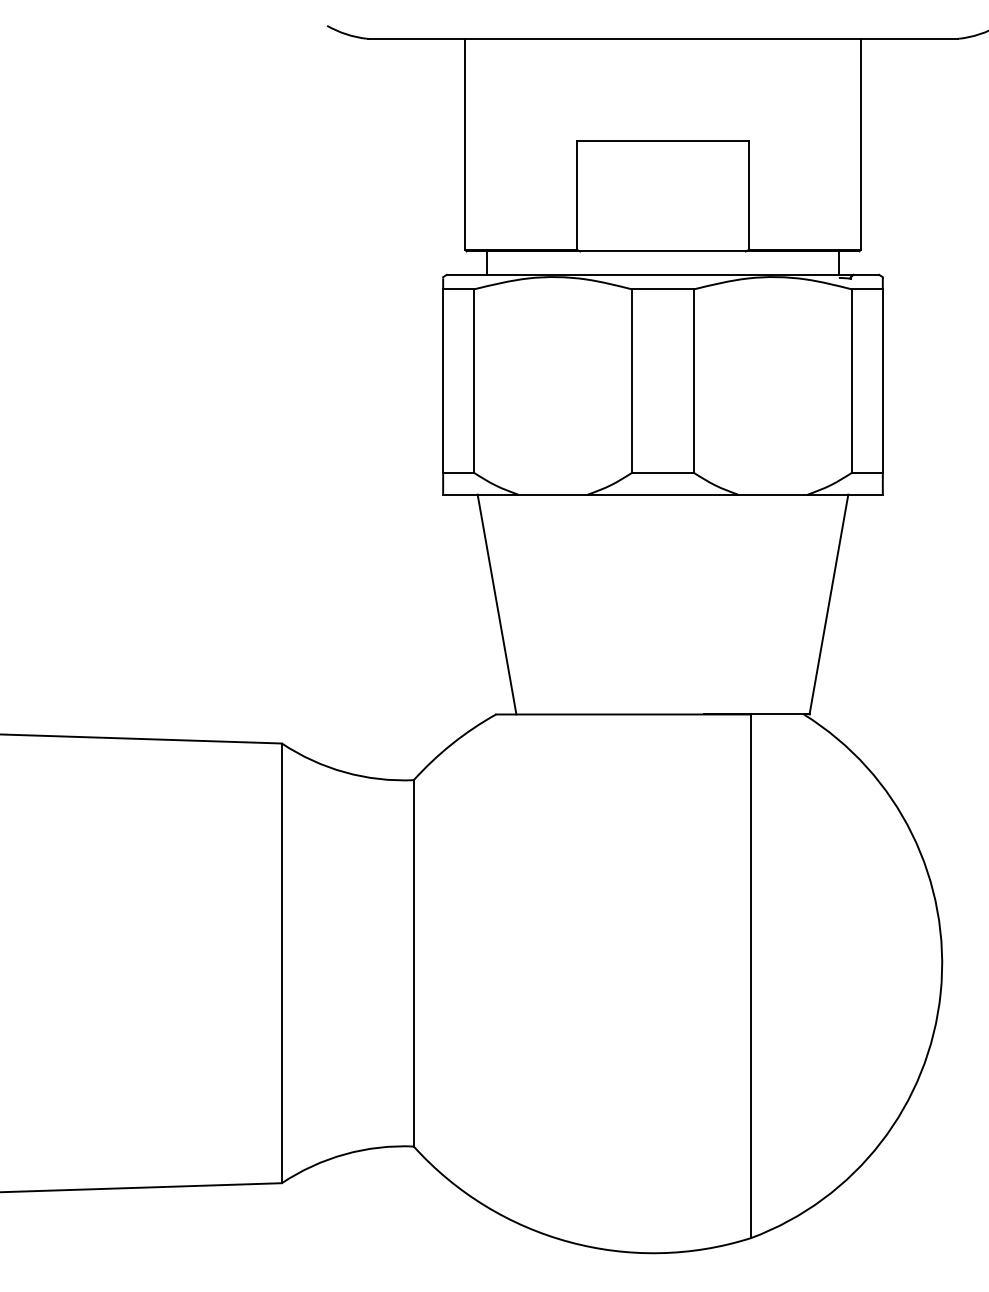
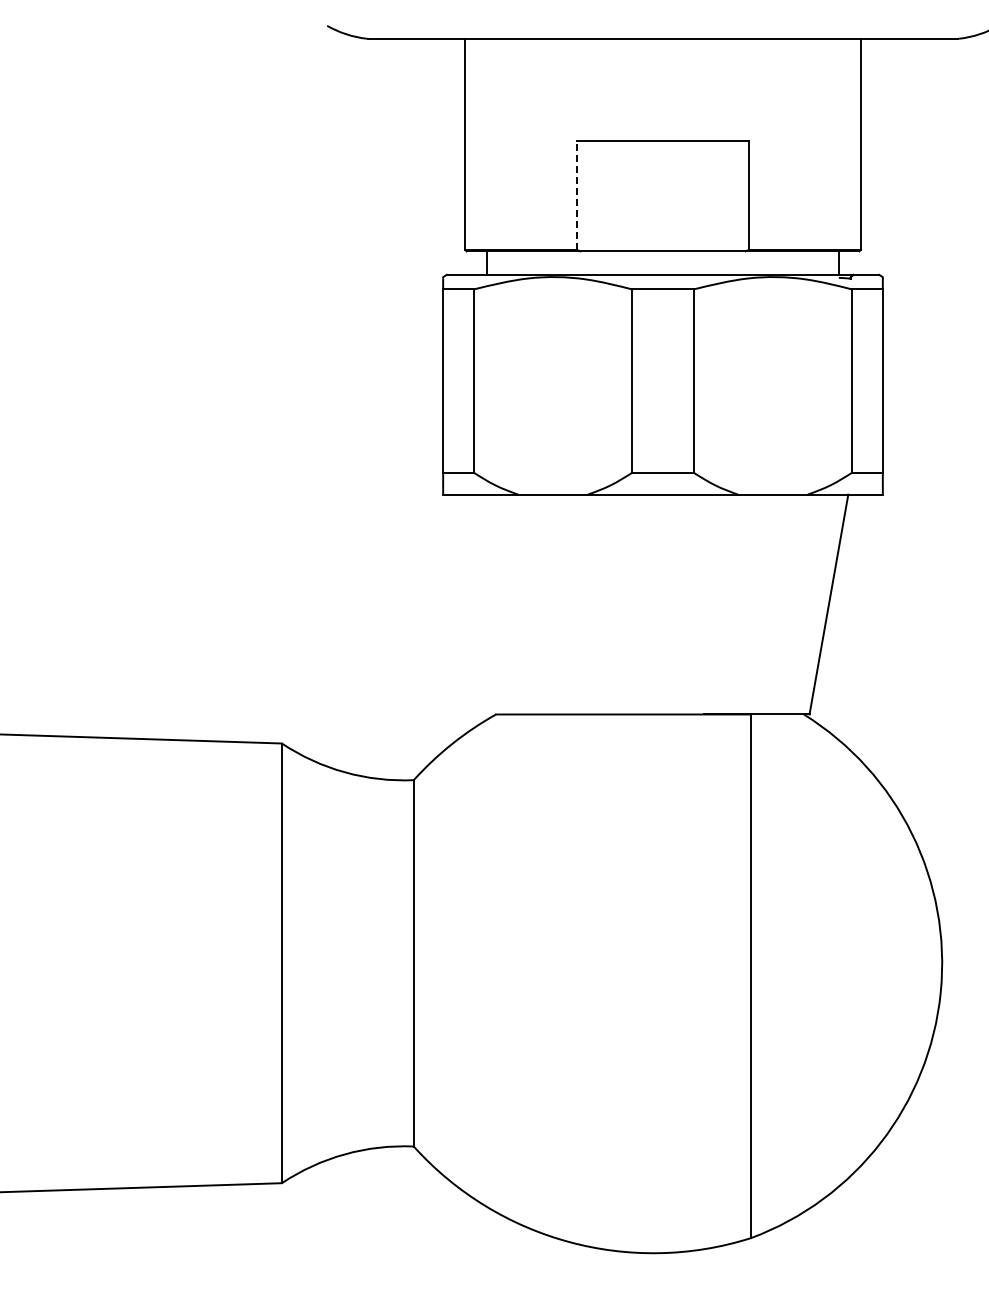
line at (576, 195): solid -> dashed
line at (496, 604): present -> none
